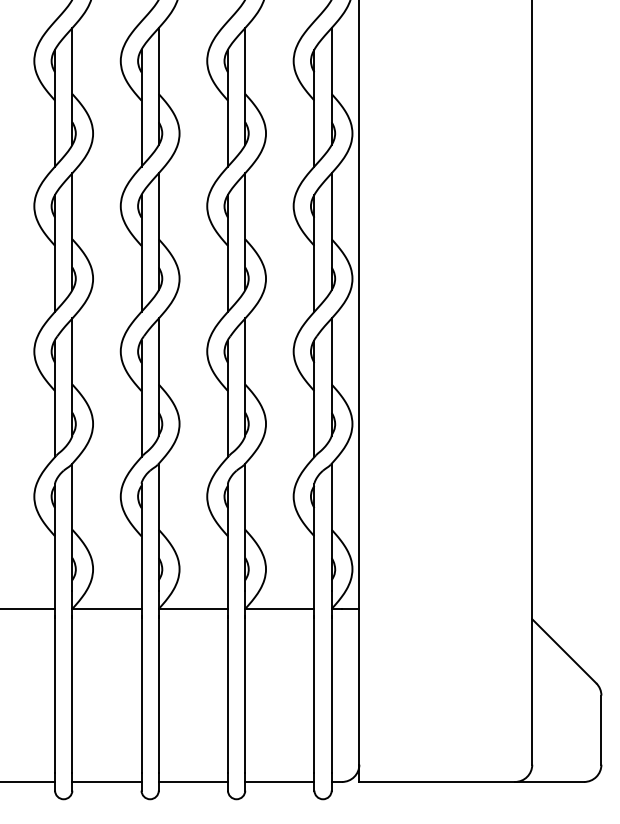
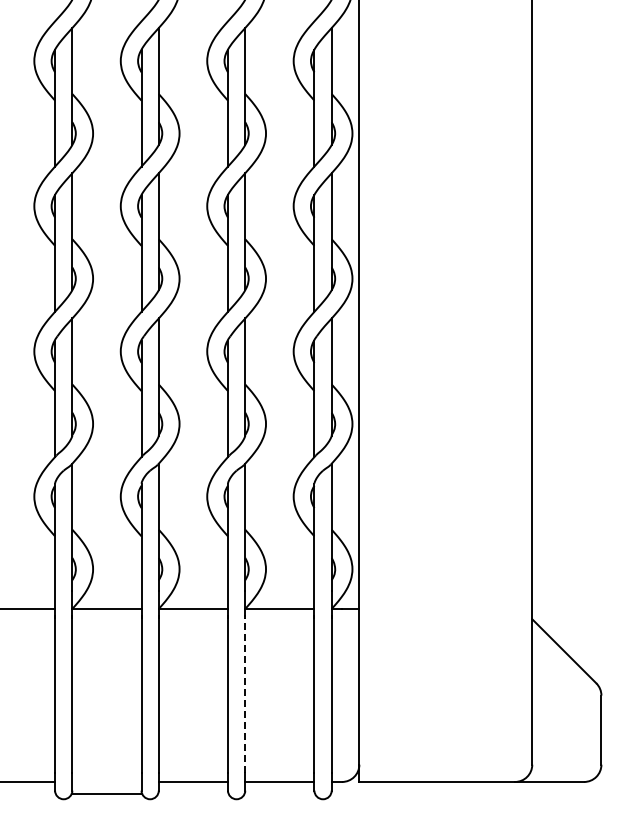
line at (245, 695): solid -> dashed
line at (106, 781) position: (106, 781) -> (106, 793)
